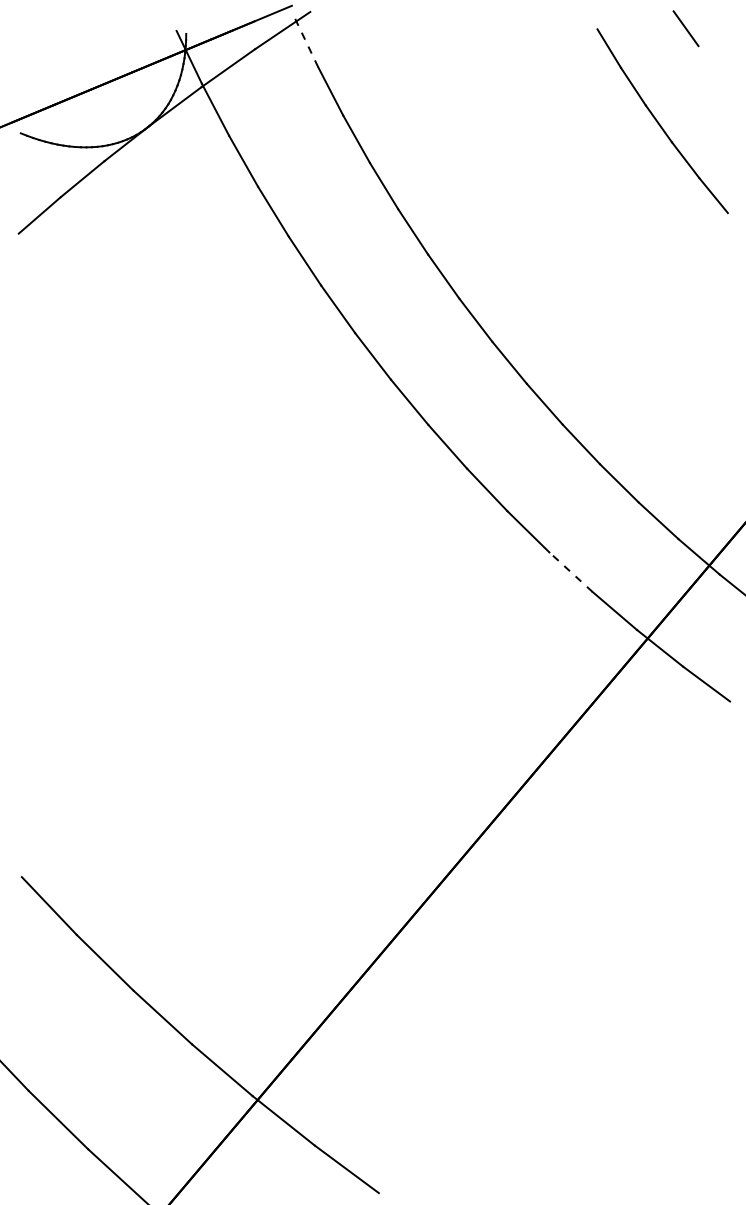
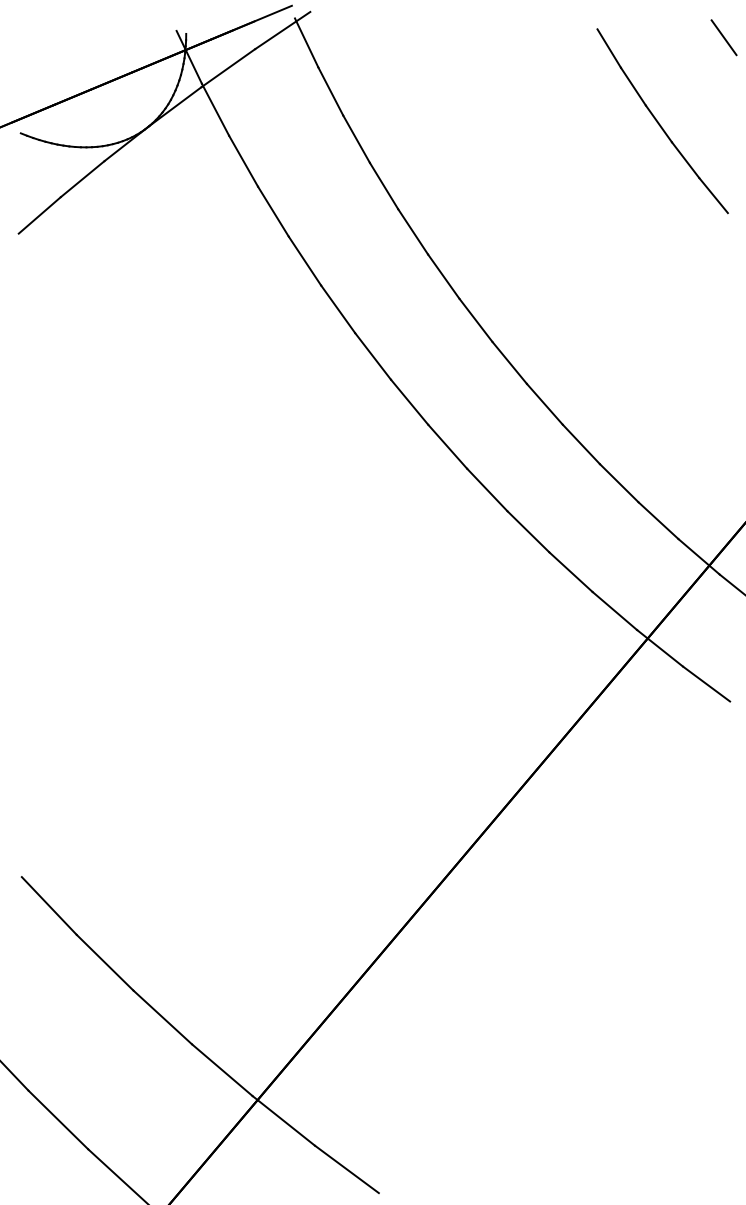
line at (685, 28) position: (685, 28) -> (723, 37)
line at (306, 42): dashed -> solid
line at (570, 571): dashed -> solid
